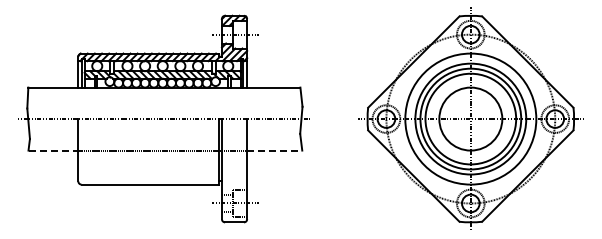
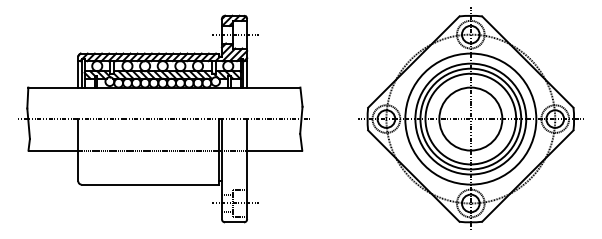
line at (53, 150): dashed -> solid
line at (274, 150): dashed -> solid
